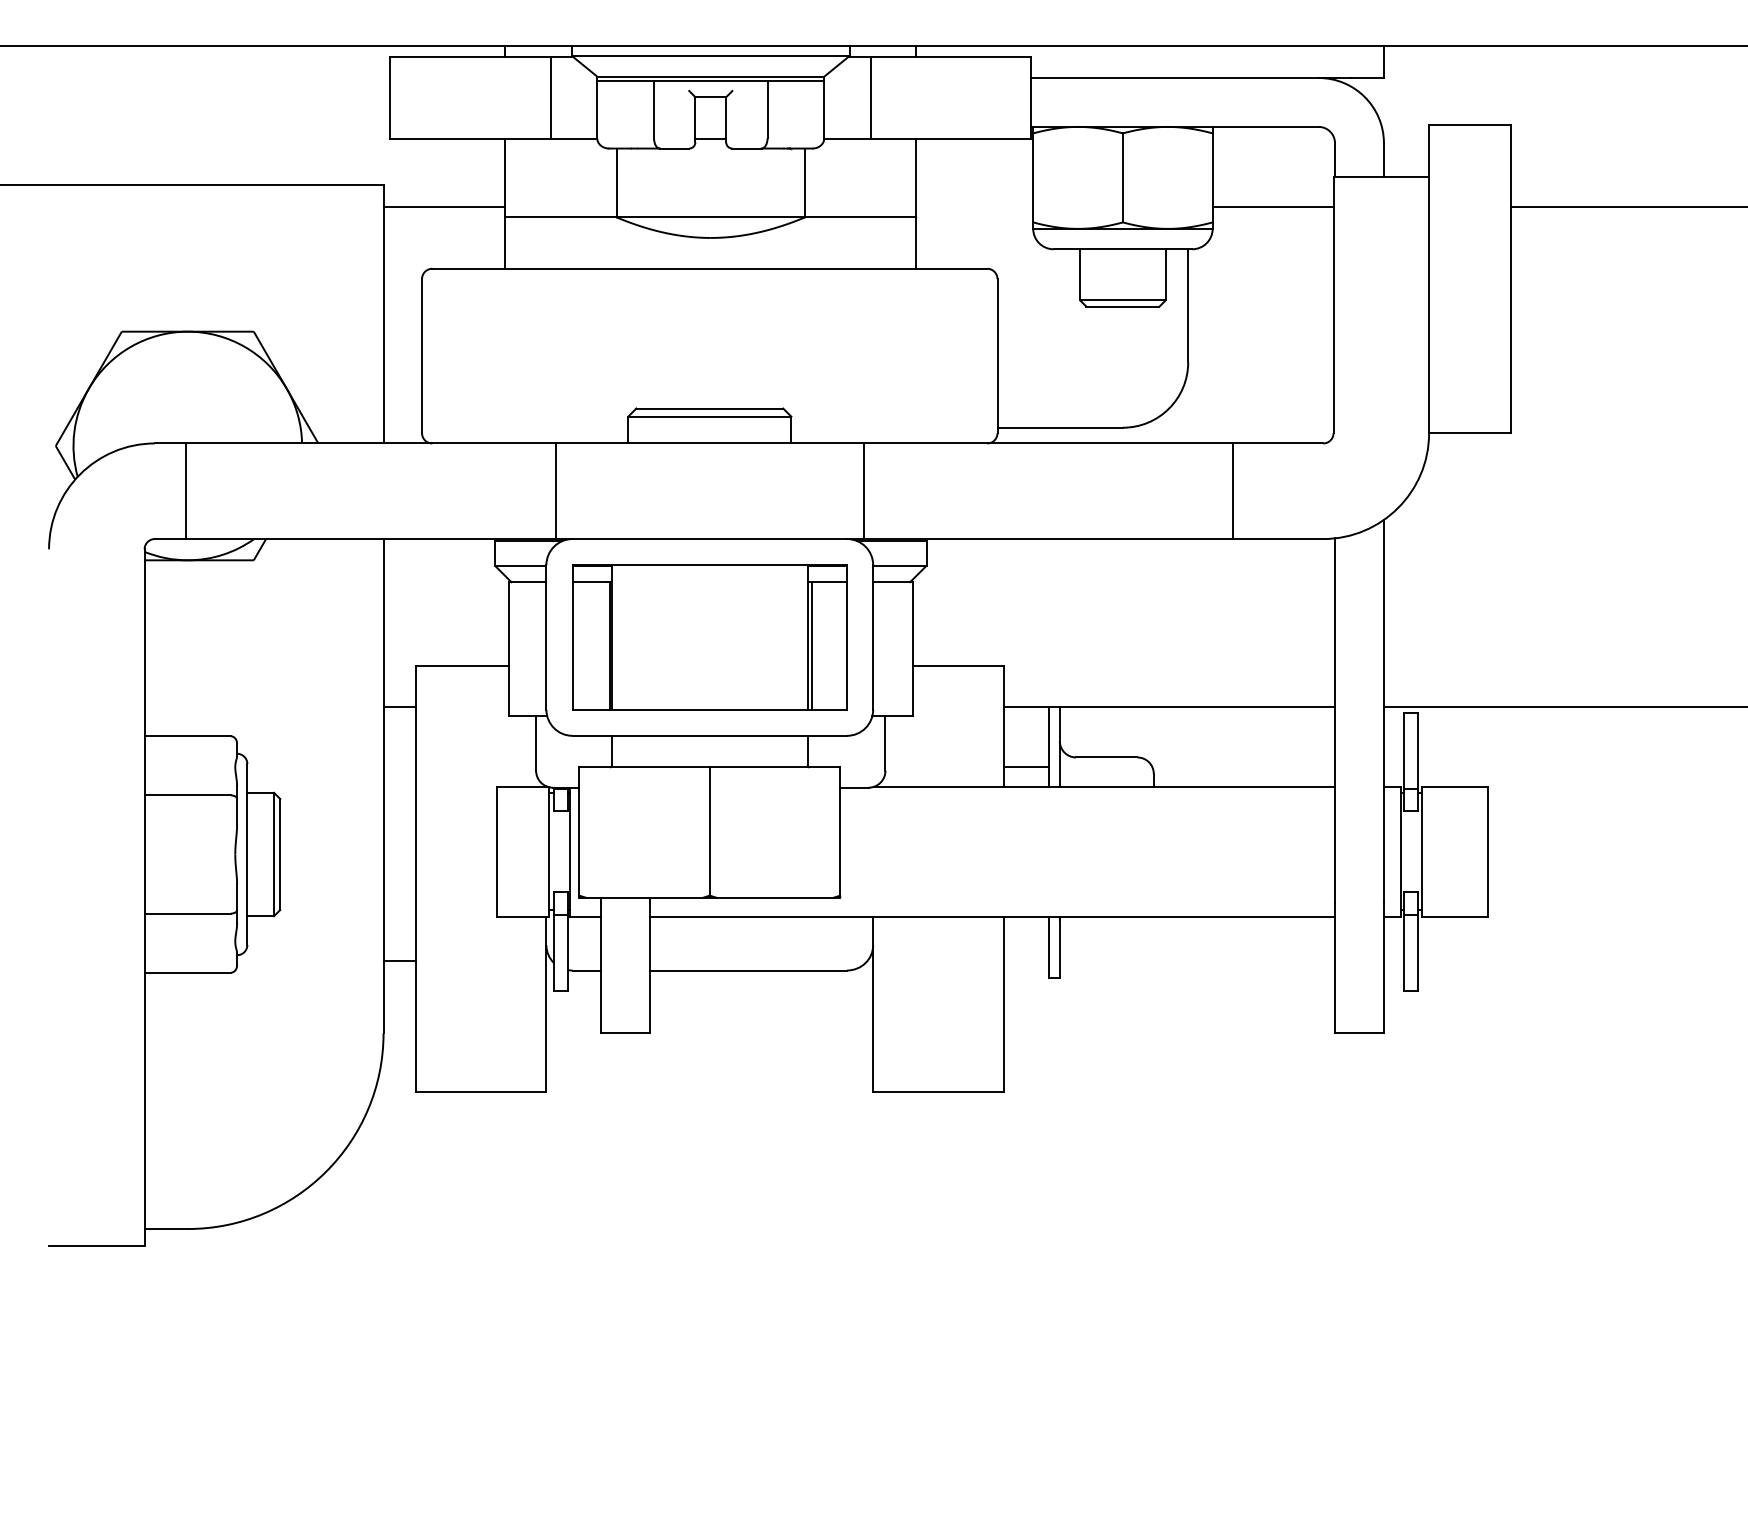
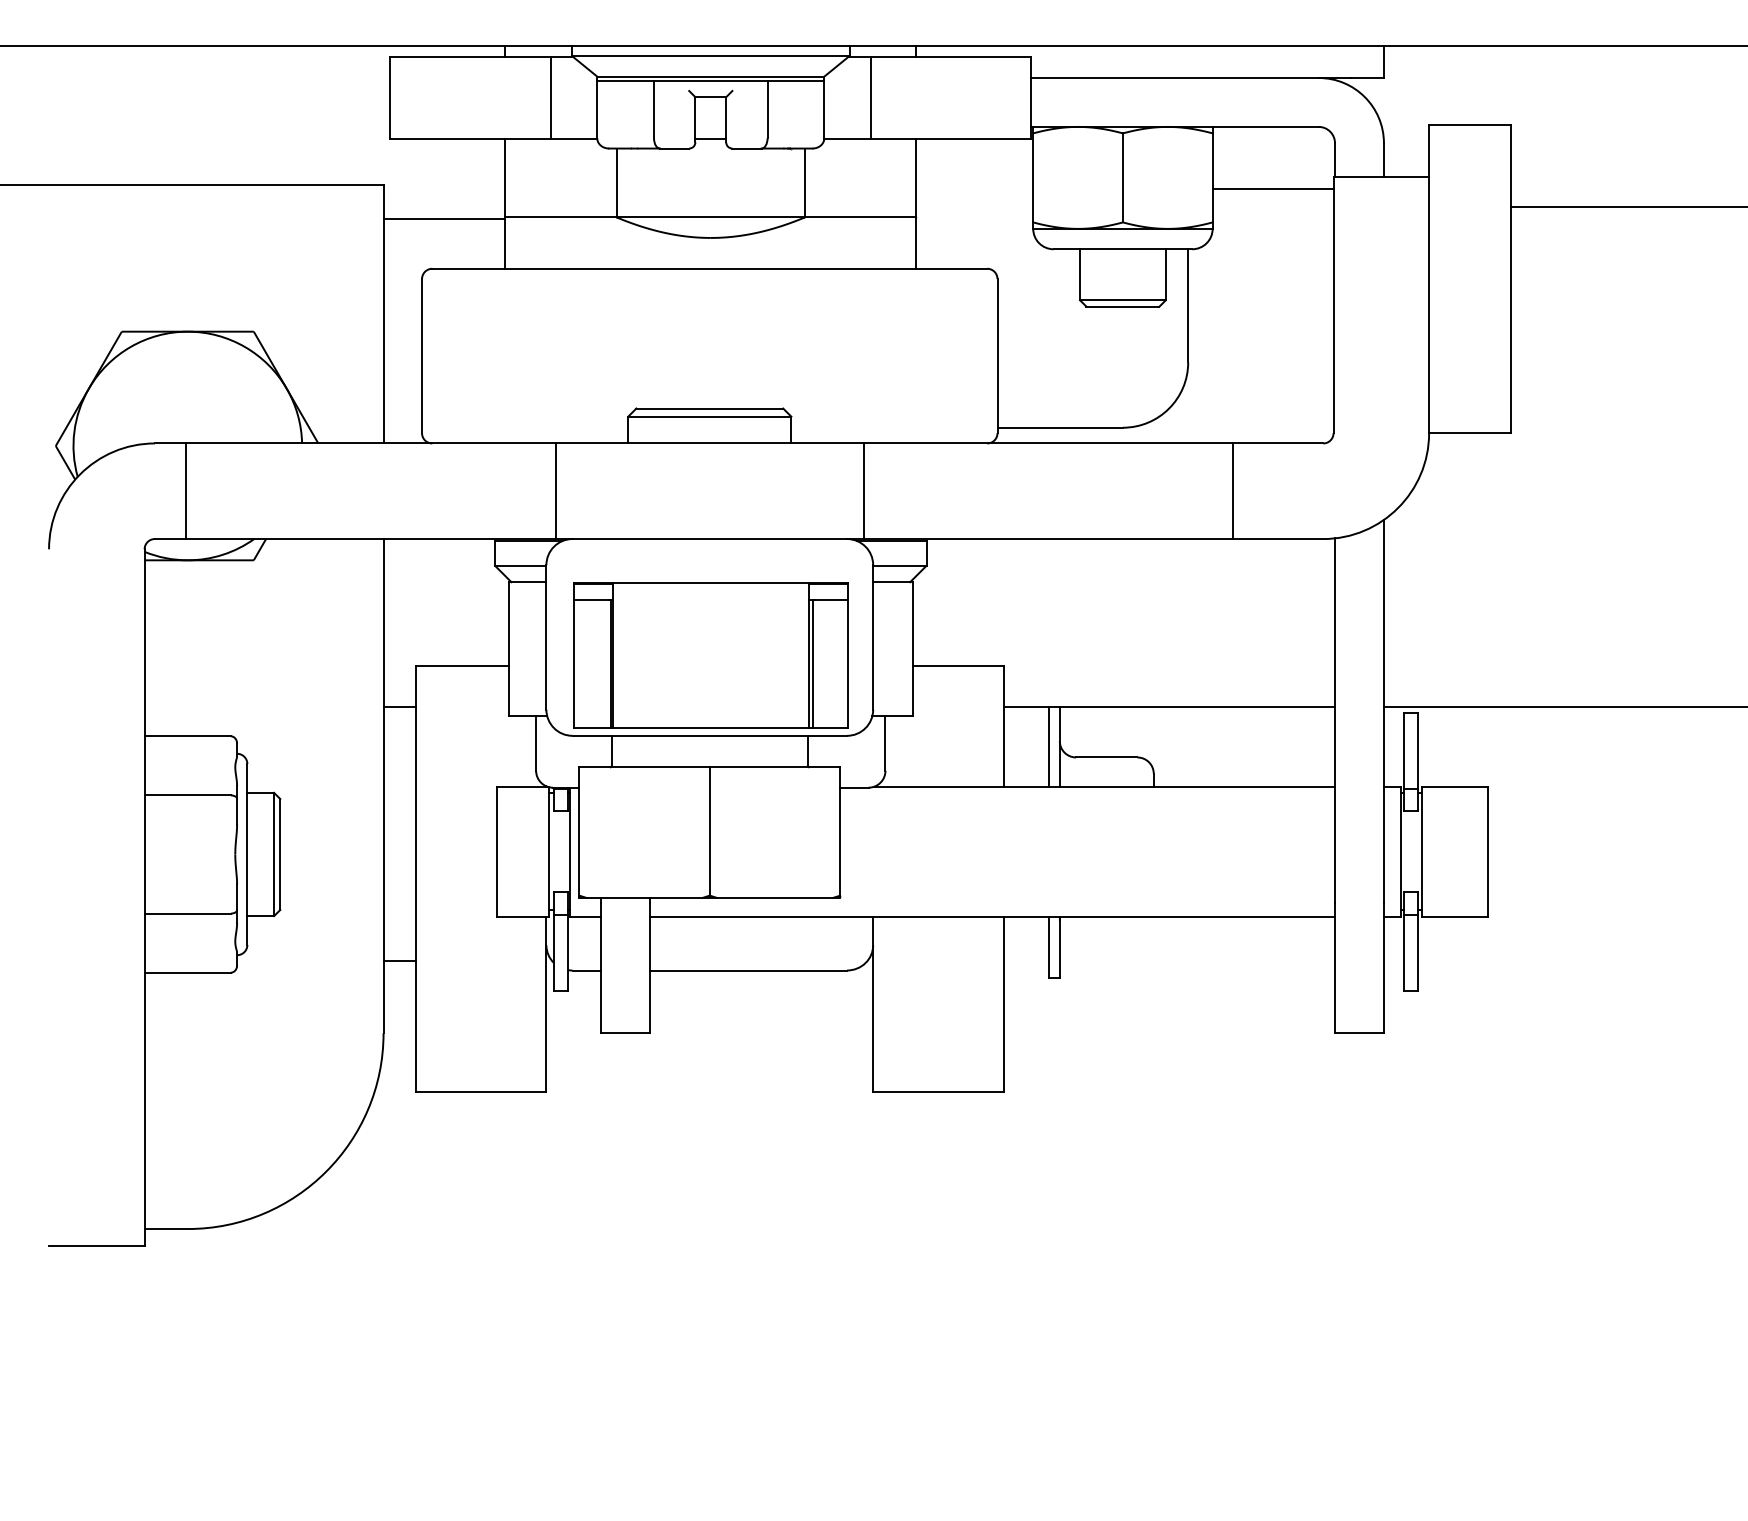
line at (444, 207) position: (444, 207) -> (444, 219)
line at (1272, 207) position: (1272, 207) -> (1272, 189)
part at (709, 637) position: (709, 637) -> (710, 655)
line at (1026, 767): present -> none
